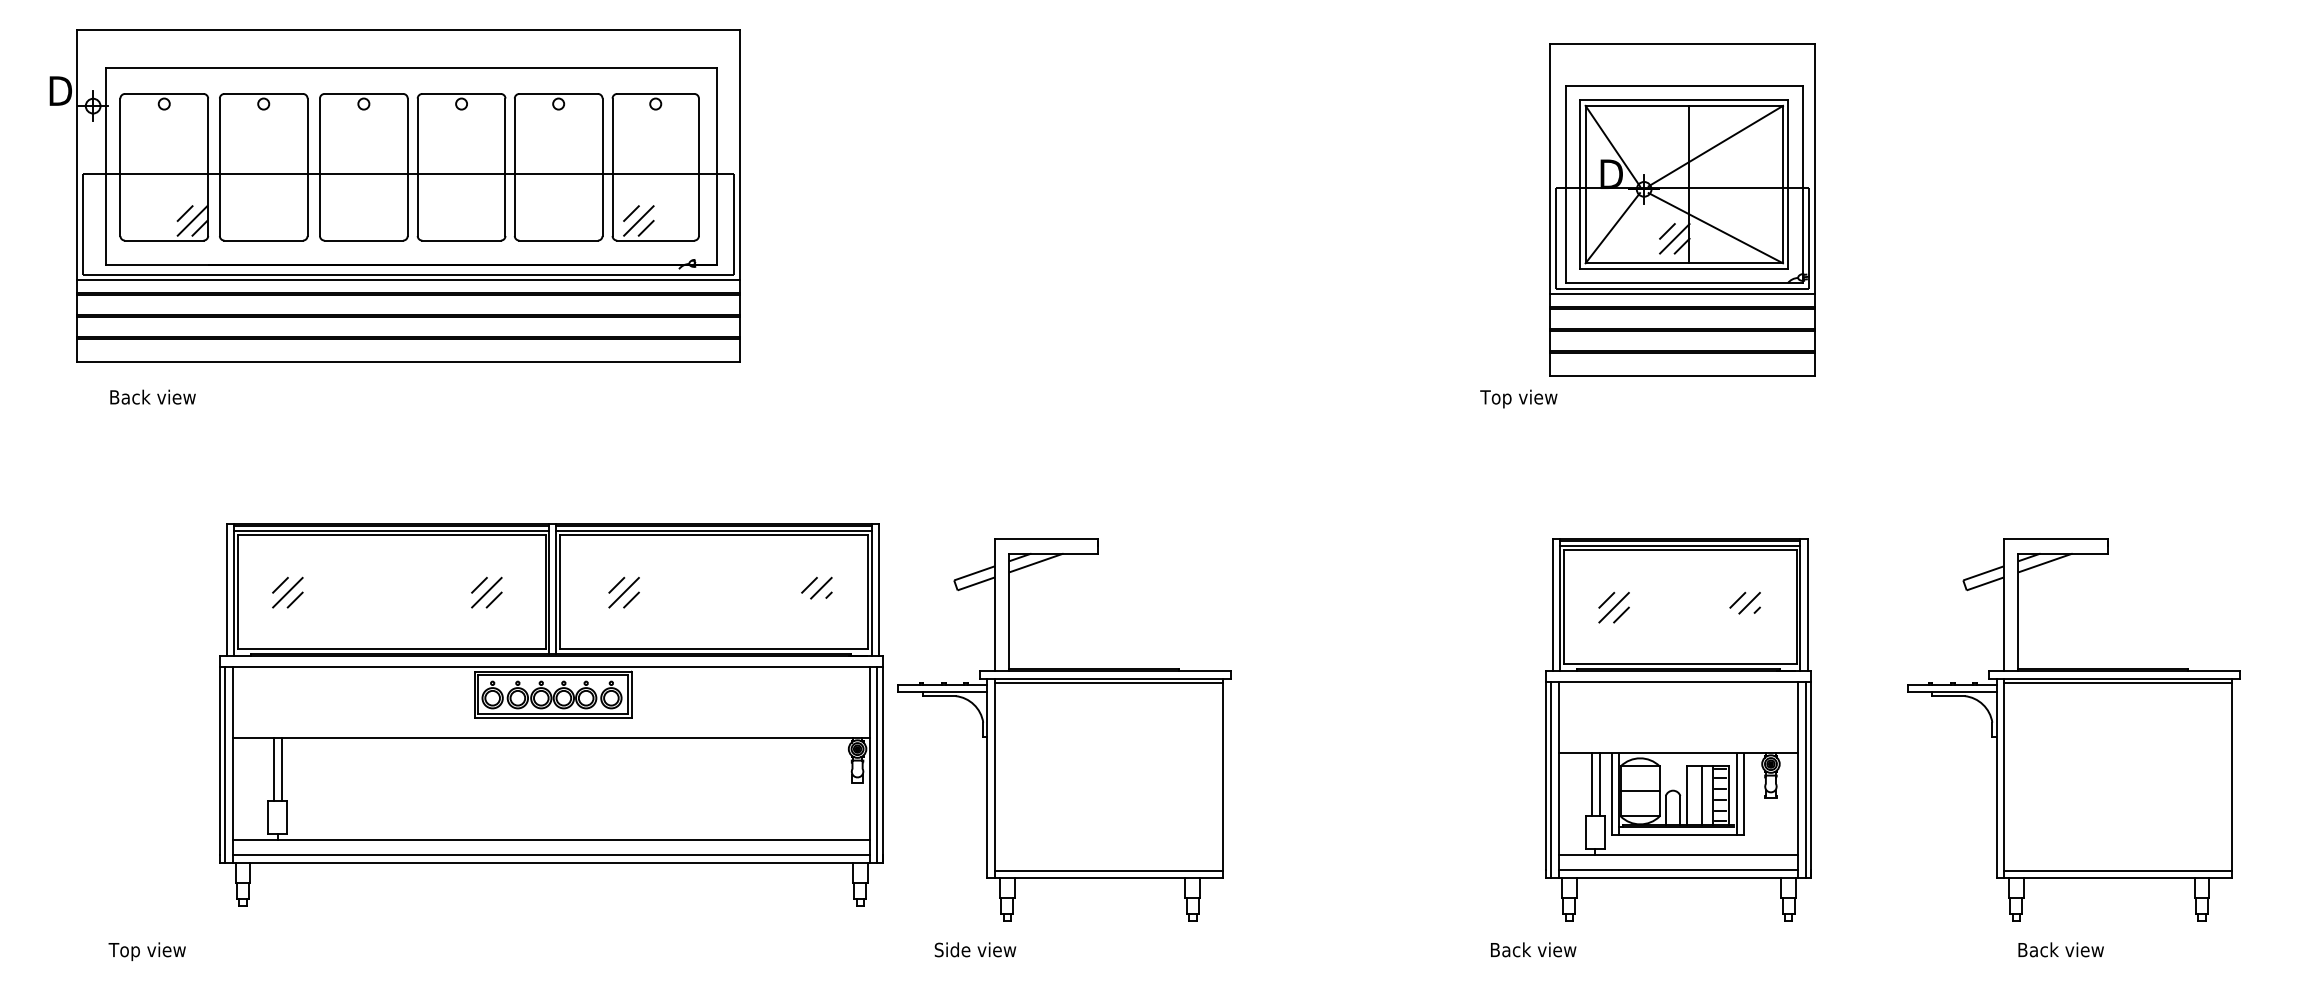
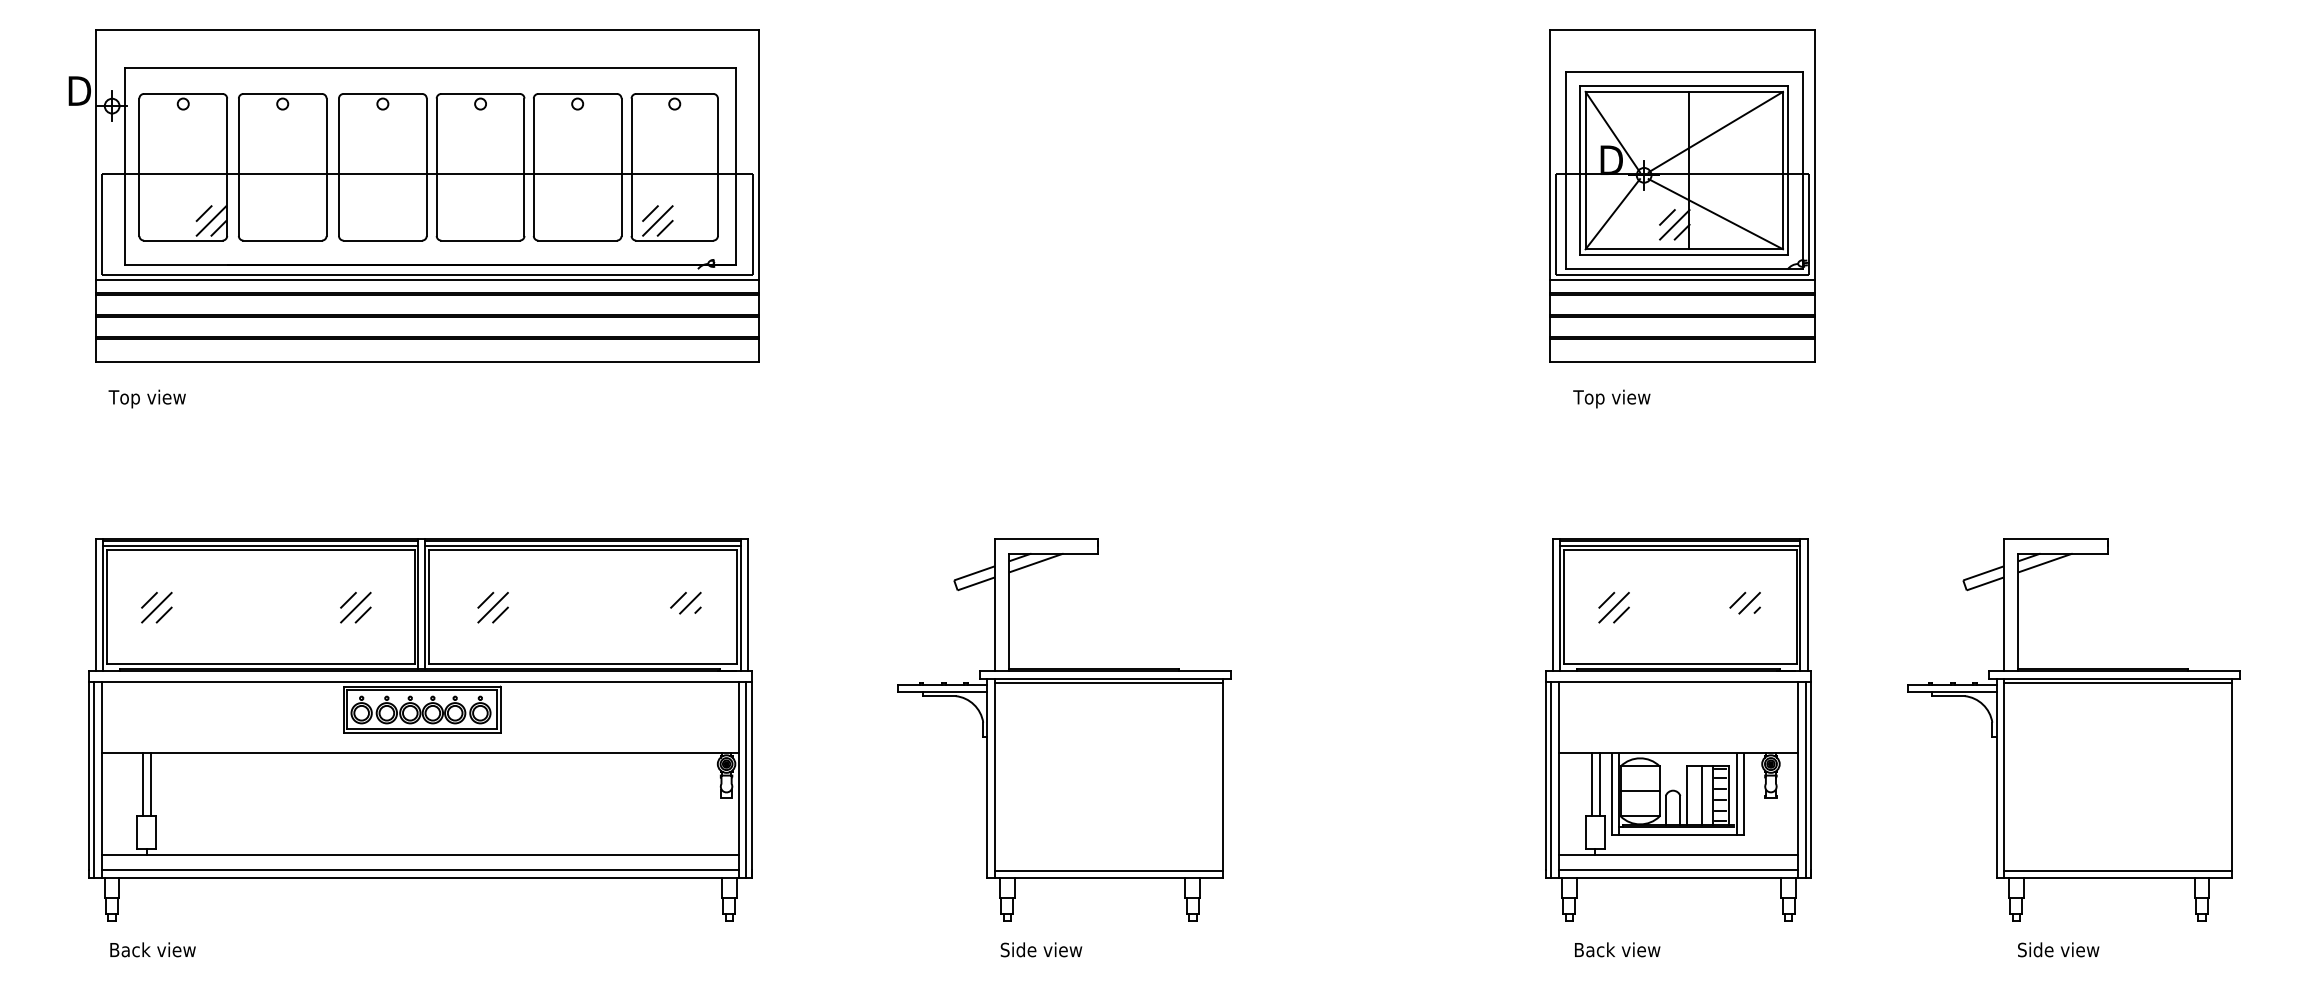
part at (394, 195) position: (394, 195) -> (413, 195)
part at (1682, 209) position: (1682, 209) -> (1682, 195)
text at (151, 398): Back view -> Top view
text at (1518, 398) position: (1518, 398) -> (1611, 398)
part at (551, 714) position: (551, 714) -> (420, 729)
text at (975, 949) position: (975, 949) -> (1041, 949)
text at (1533, 949) position: (1533, 949) -> (1617, 949)
text at (2060, 949): Back view -> Side view
text at (151, 951): Top view -> Back view
